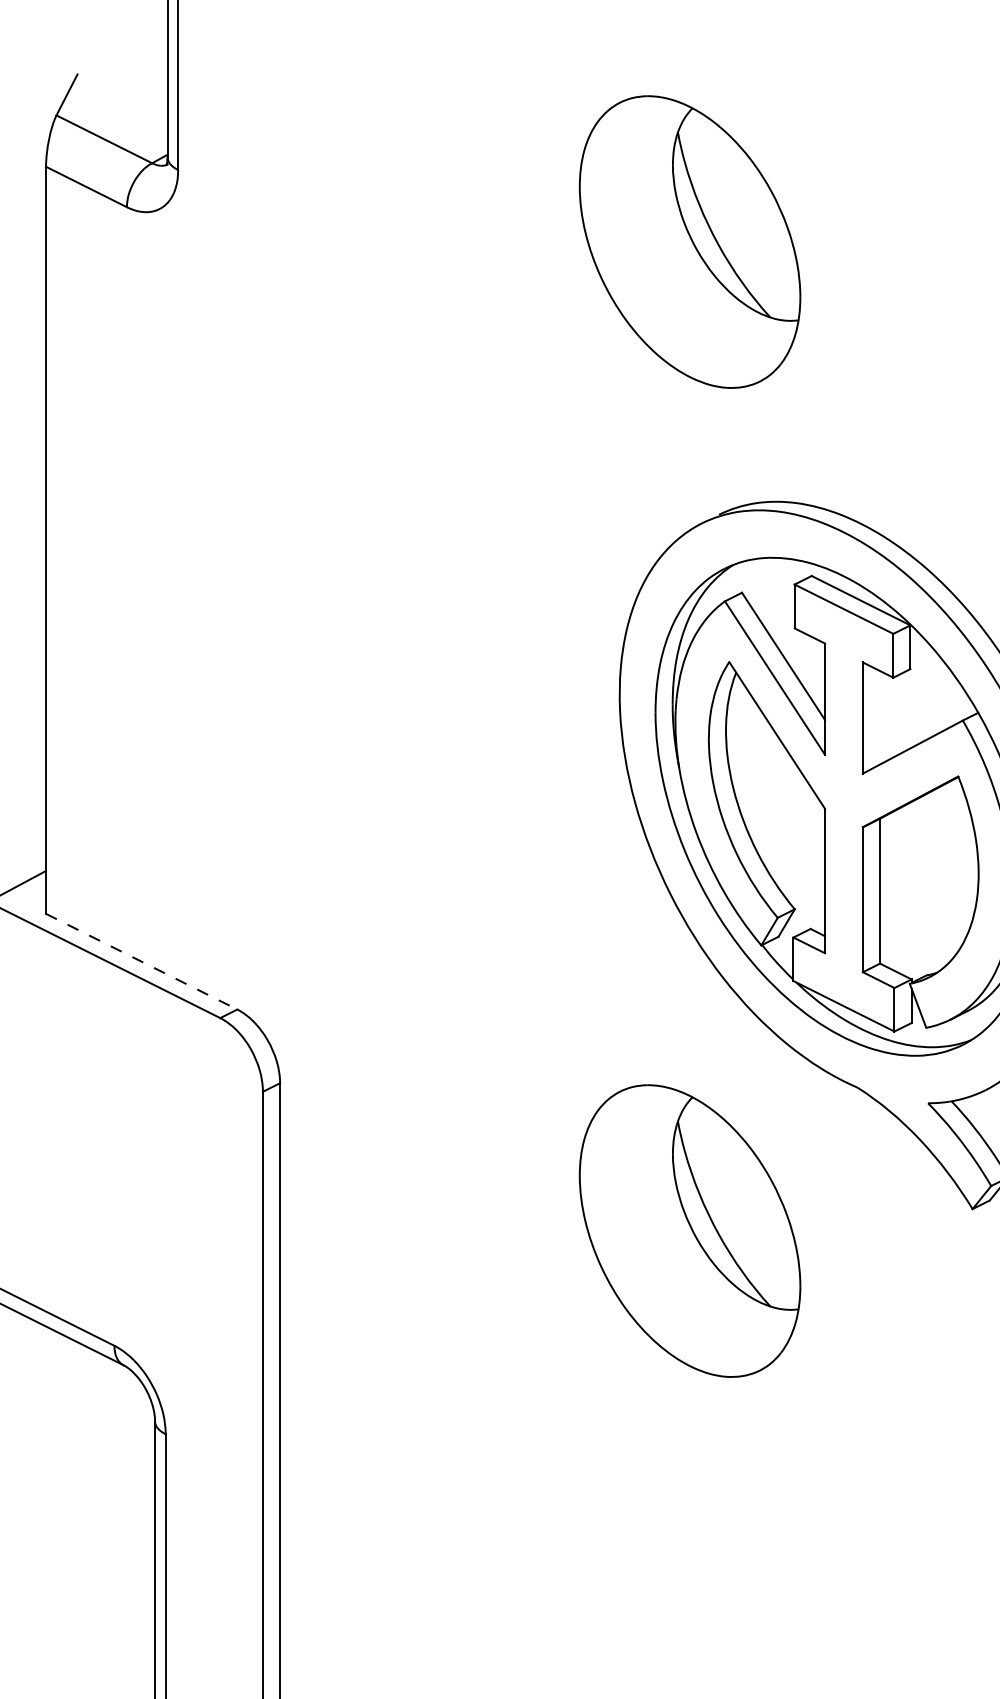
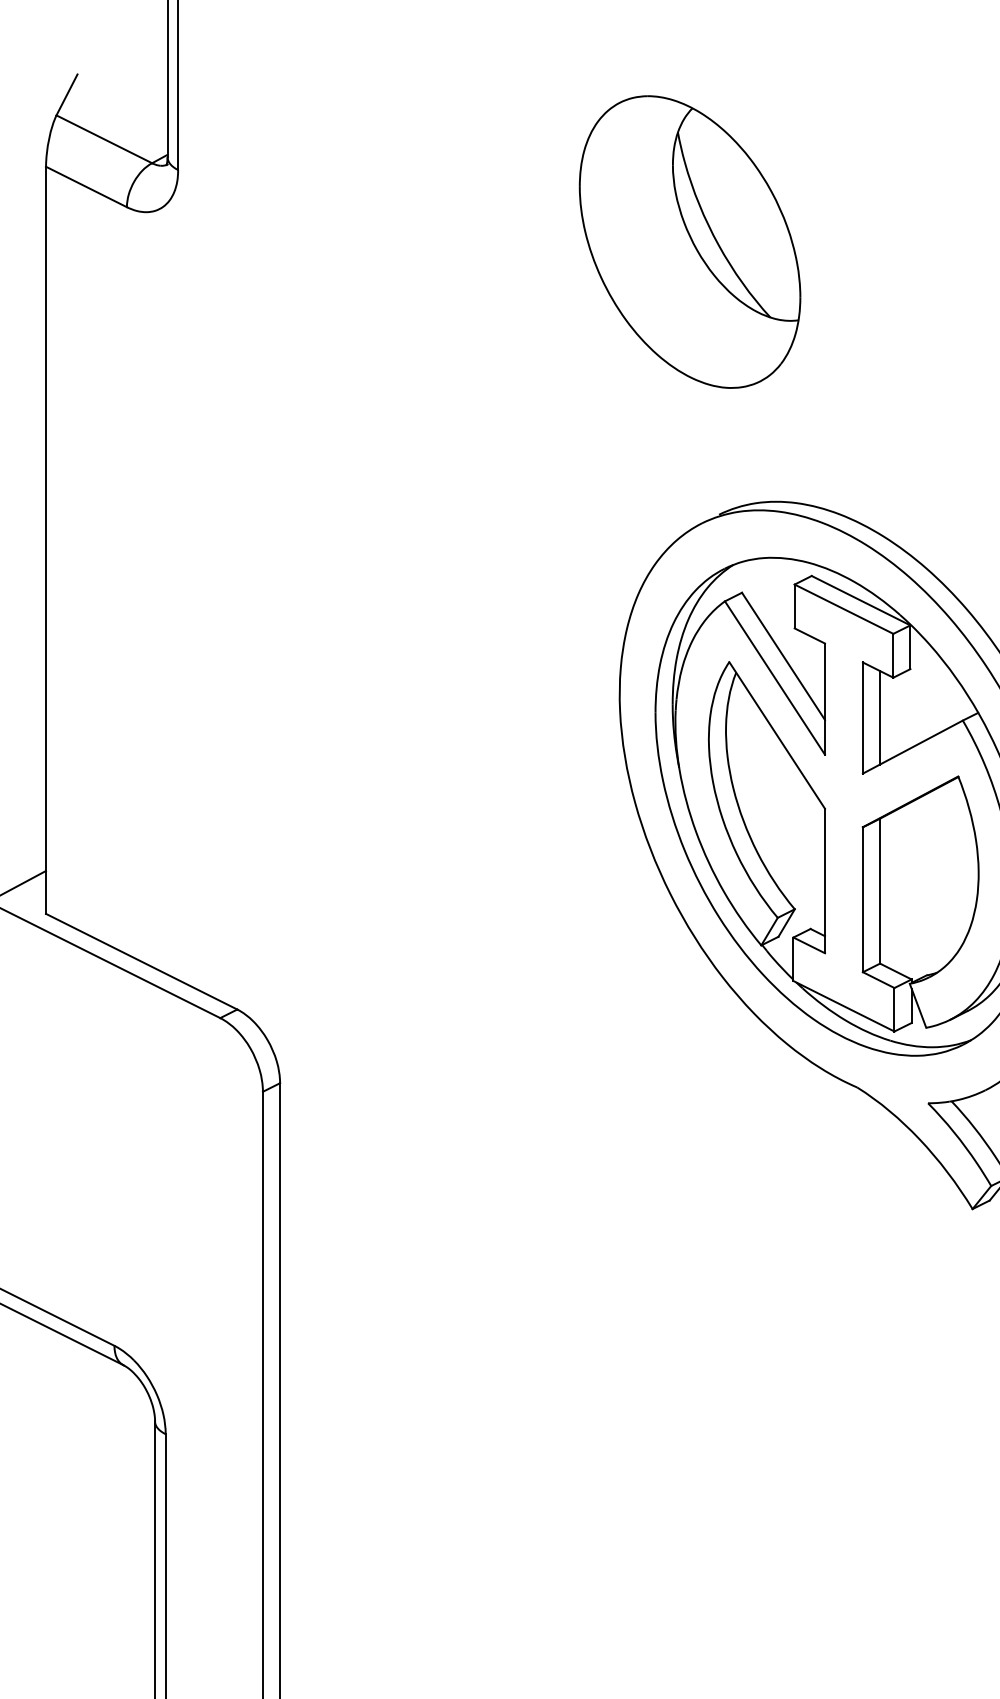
line at (880, 717): none -> present
line at (141, 961): dashed -> solid
part at (689, 1230): present -> none
